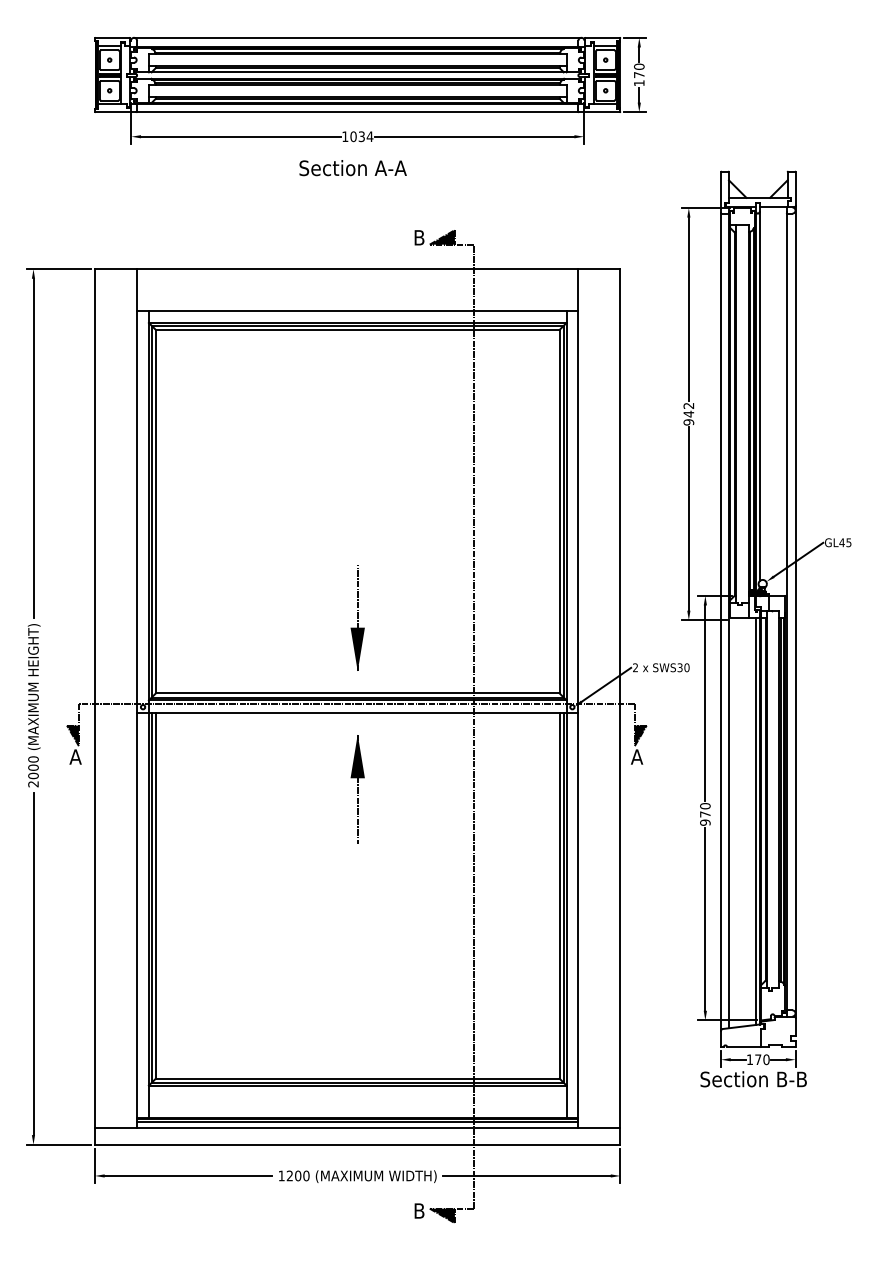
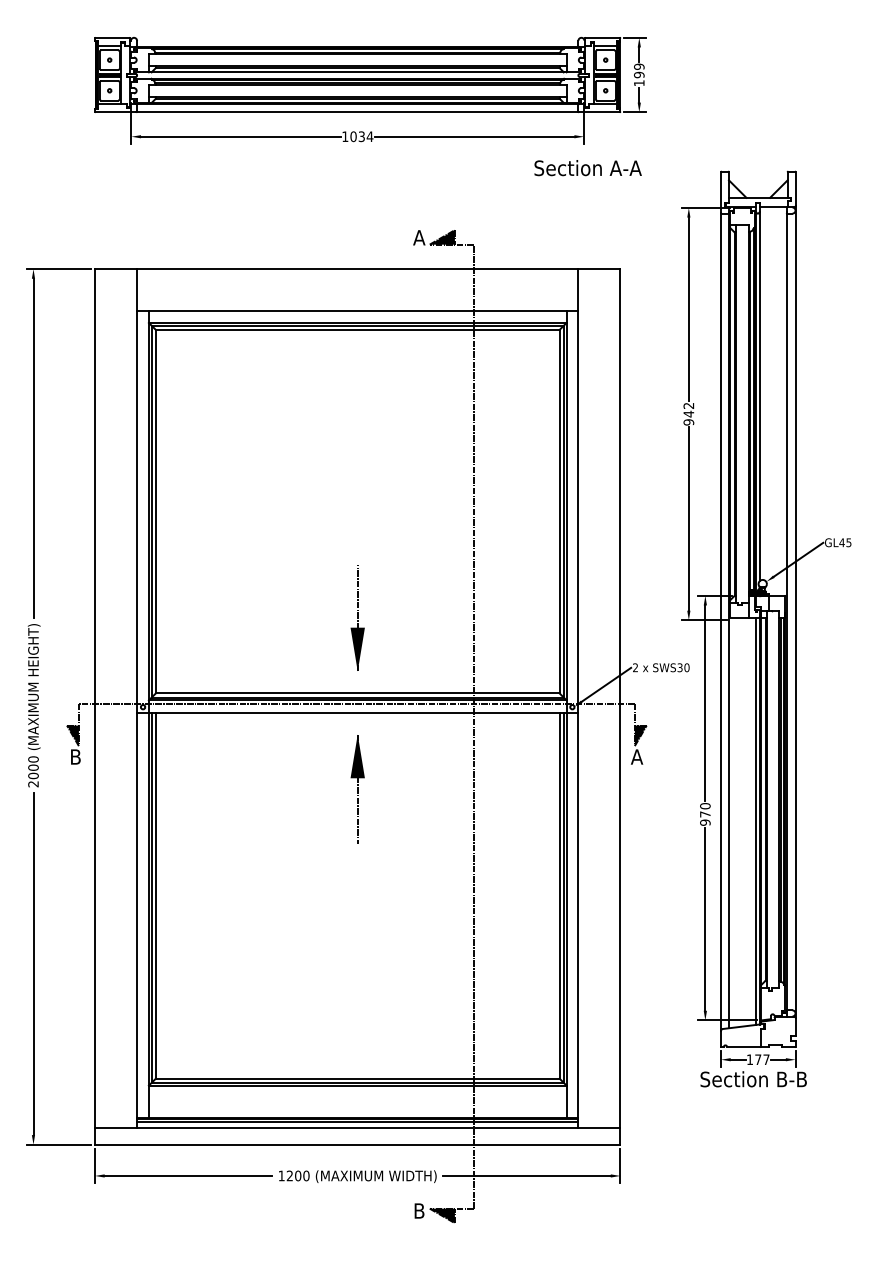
line at (357, 37): present -> none
text at (639, 70): 170 -> 199
text at (352, 168) position: (352, 168) -> (587, 168)
text at (419, 237): B -> A
text at (75, 756): A -> B
text at (766, 1059): 170 -> 177
